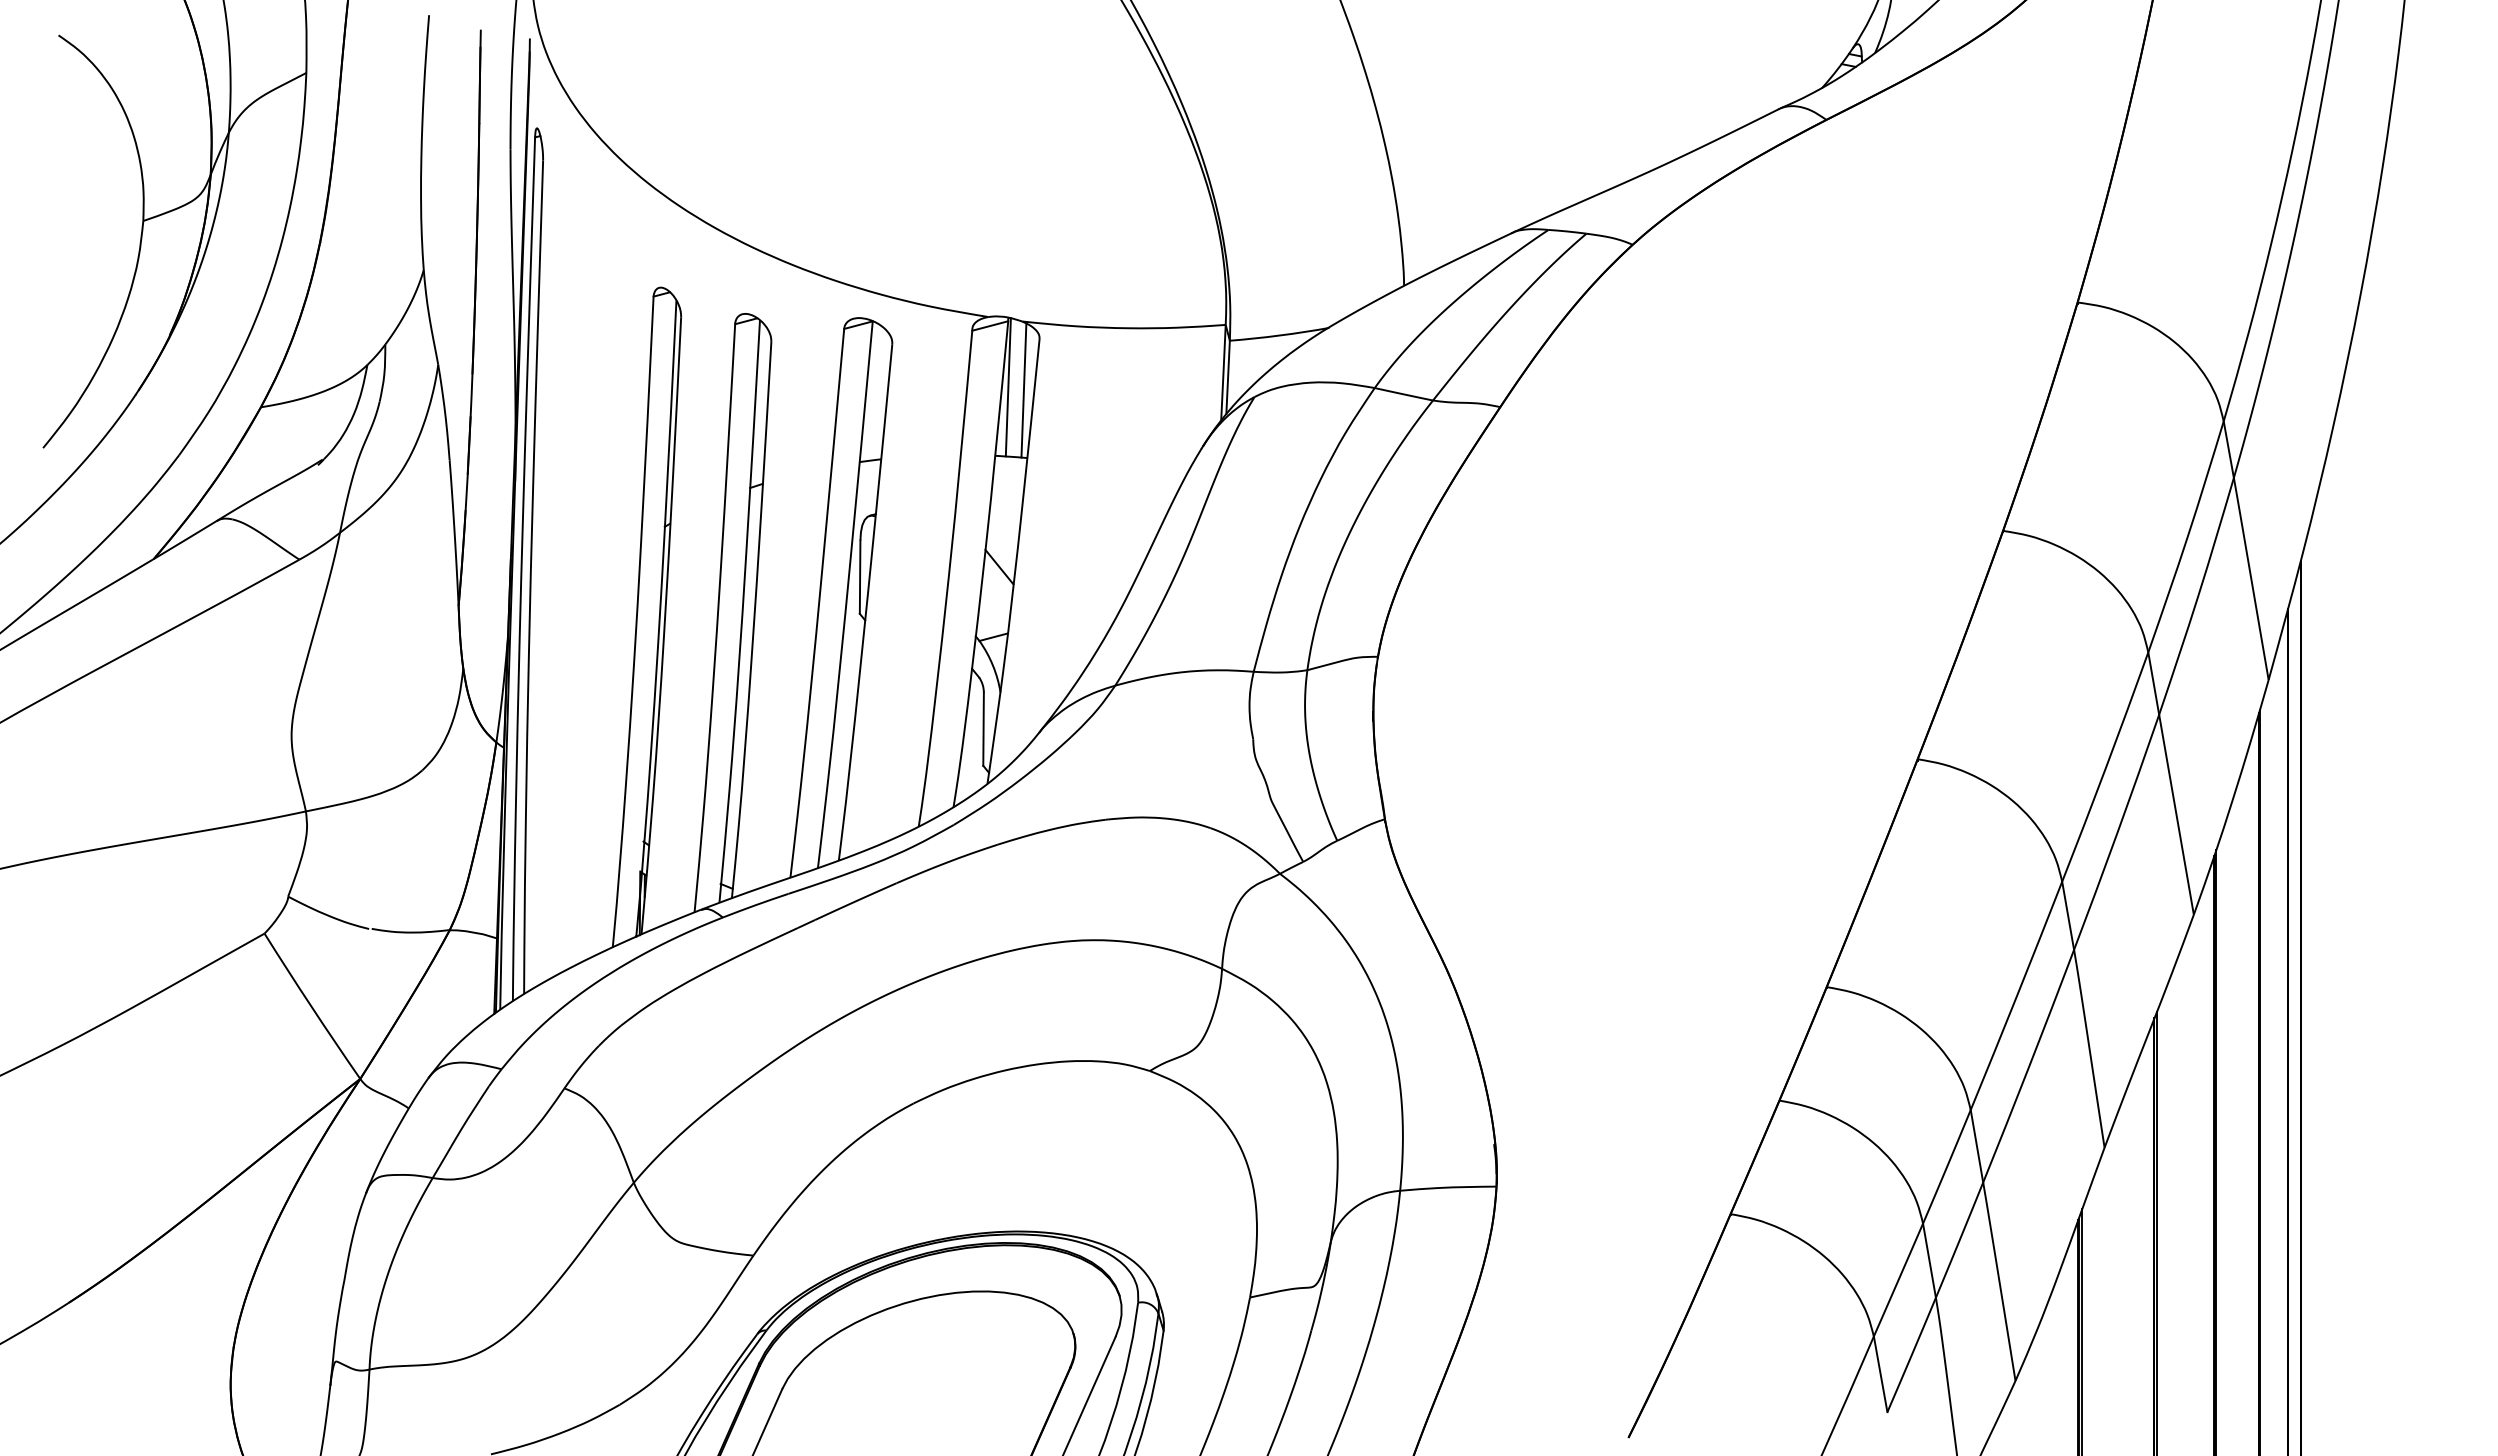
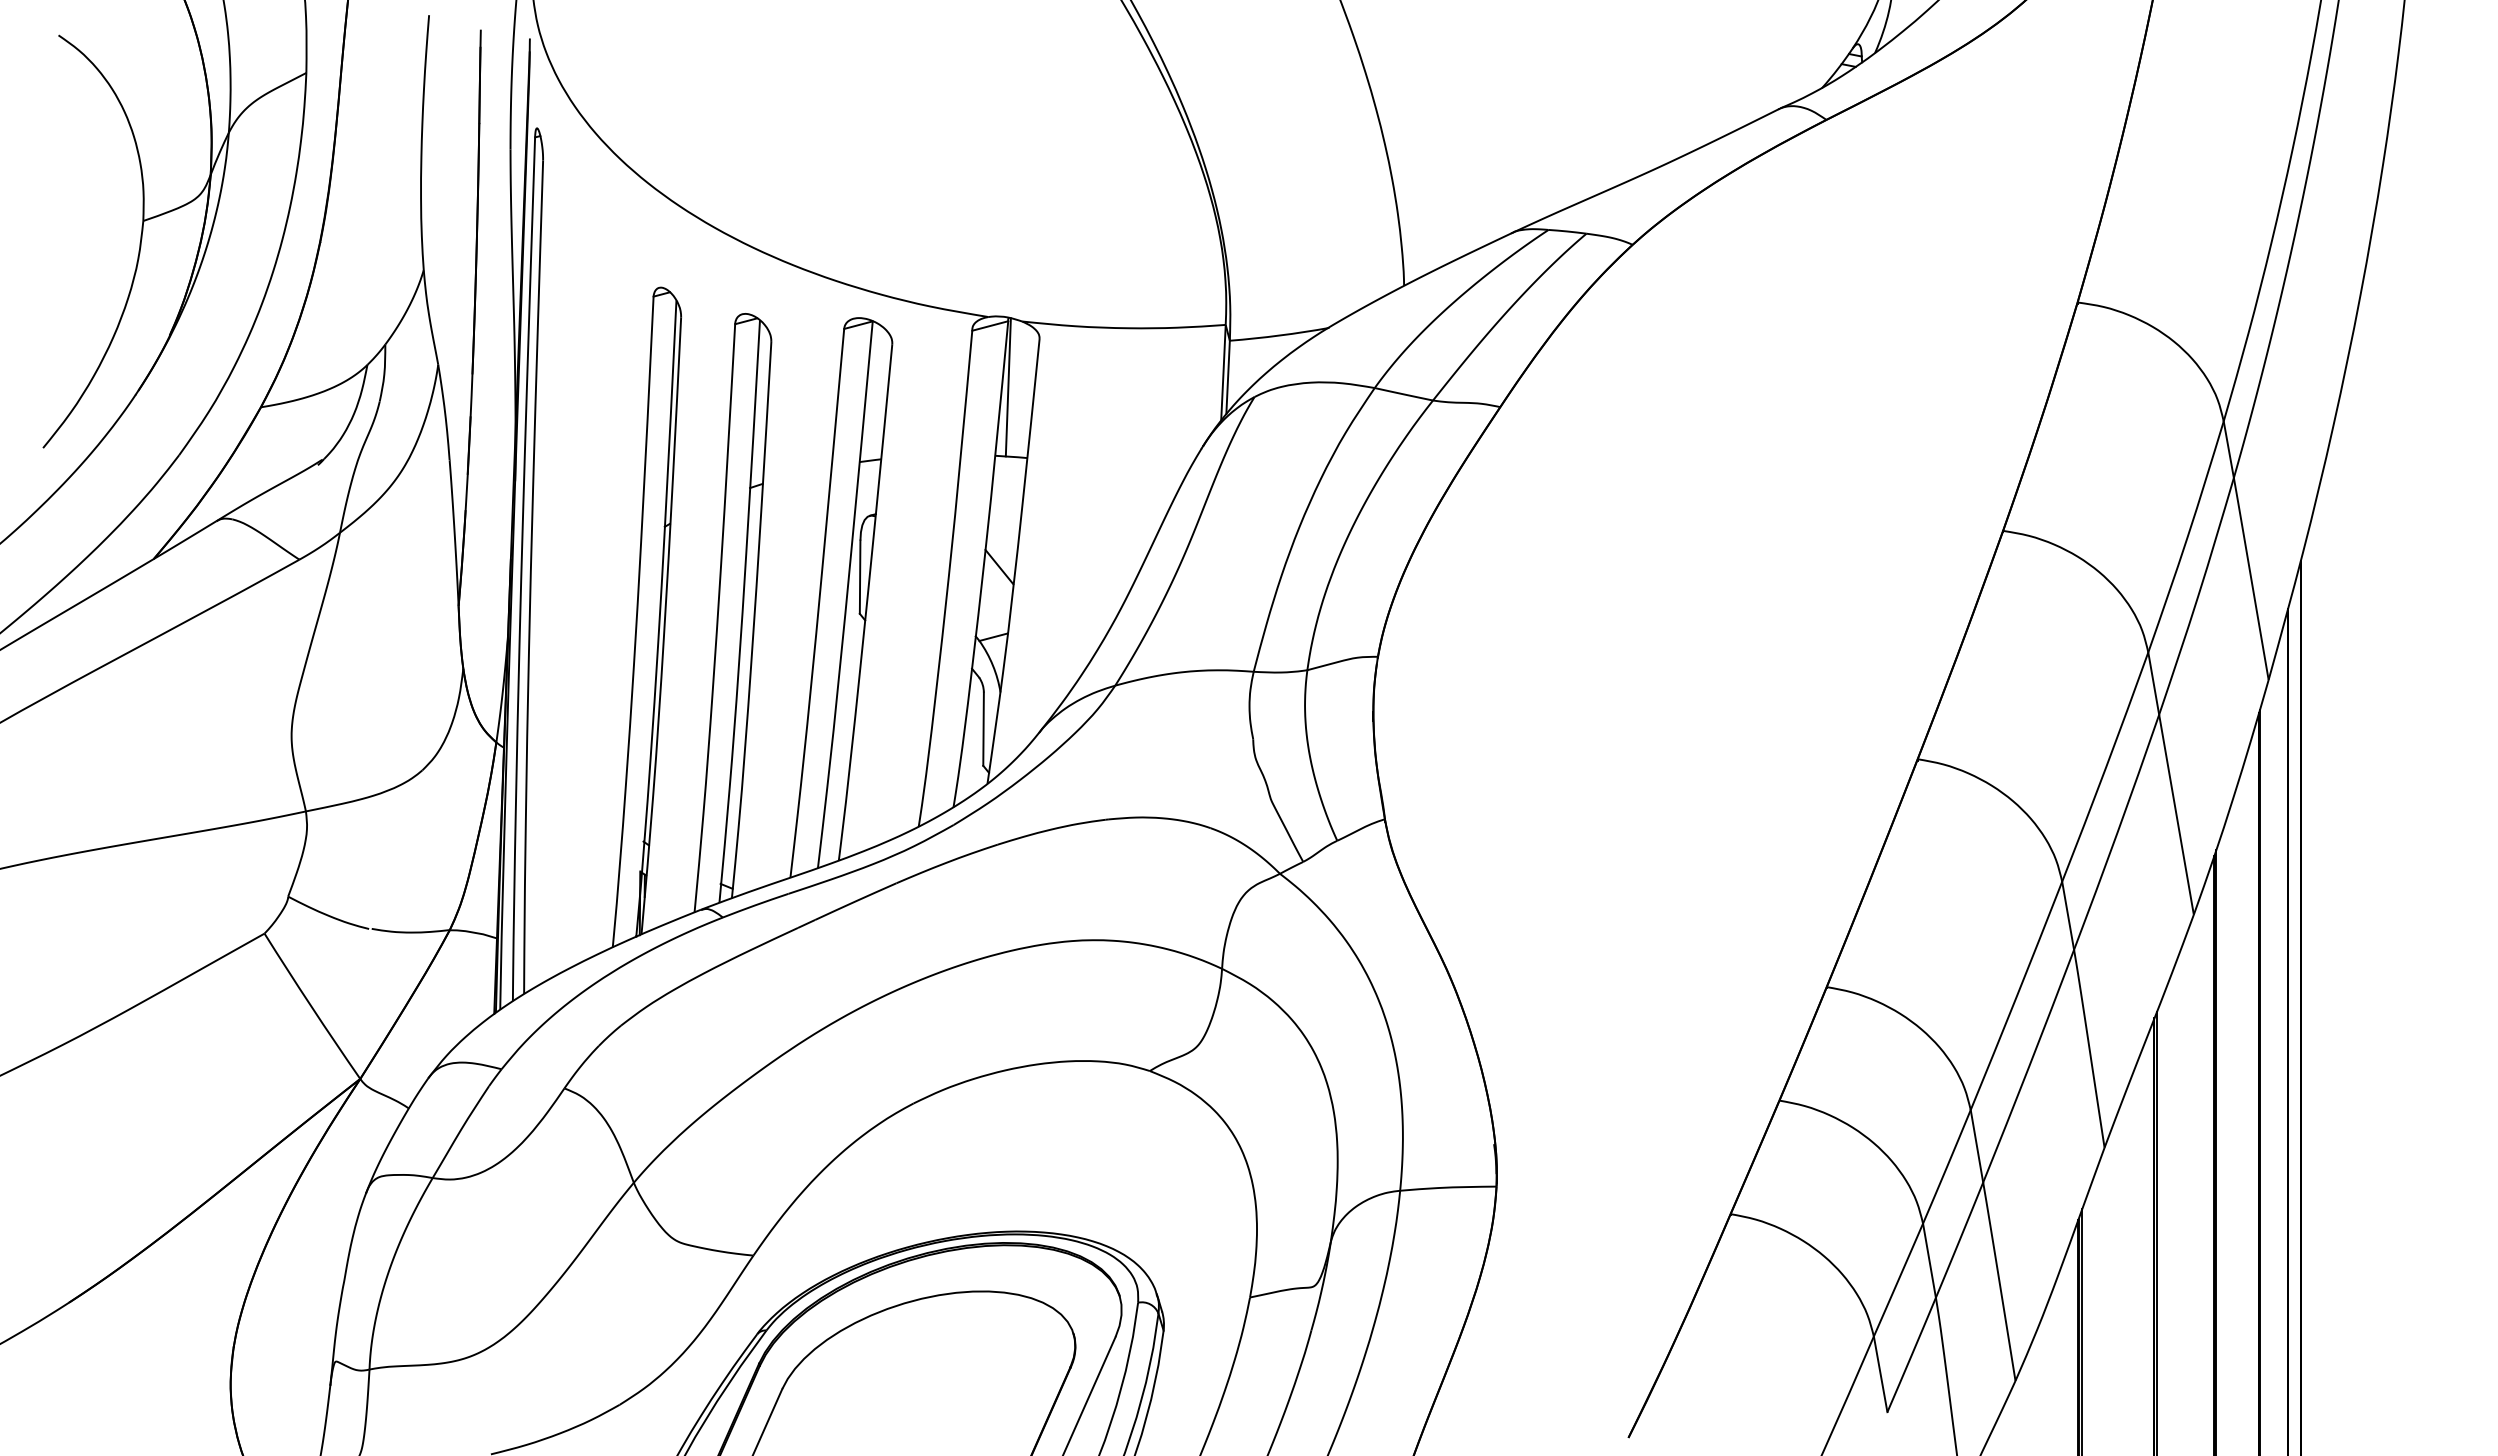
line at (1023, 390): present -> none
